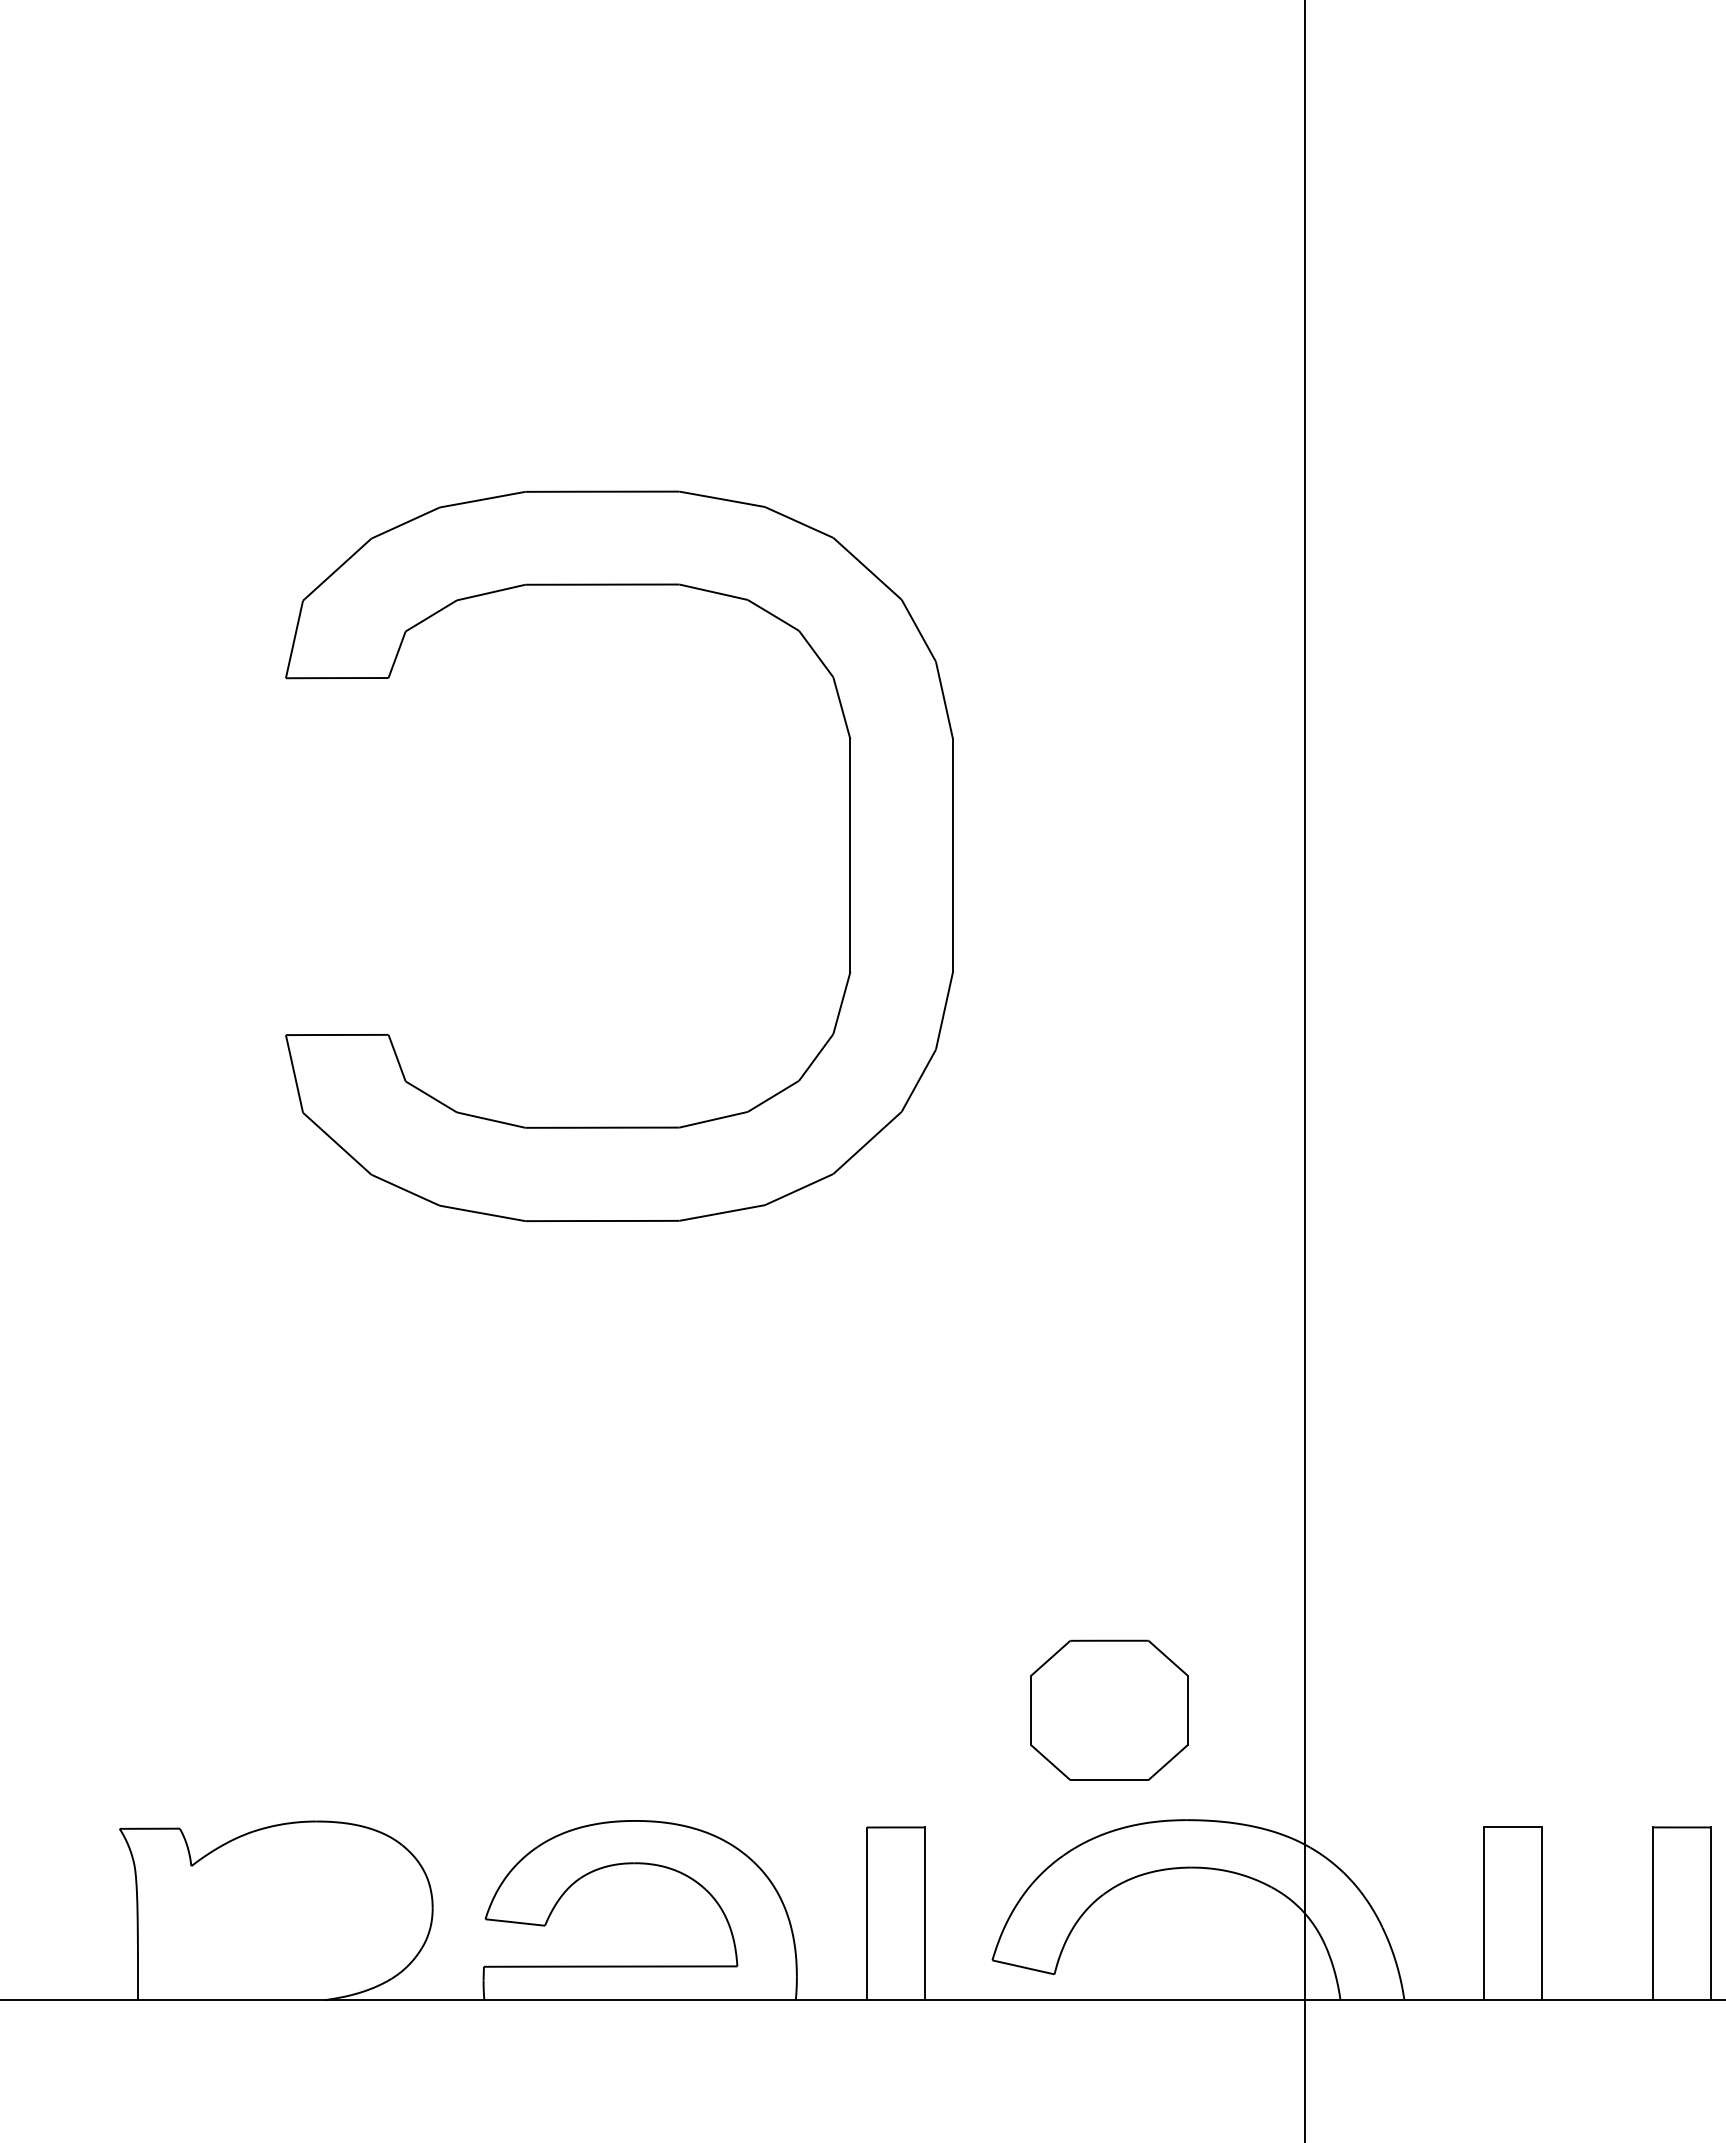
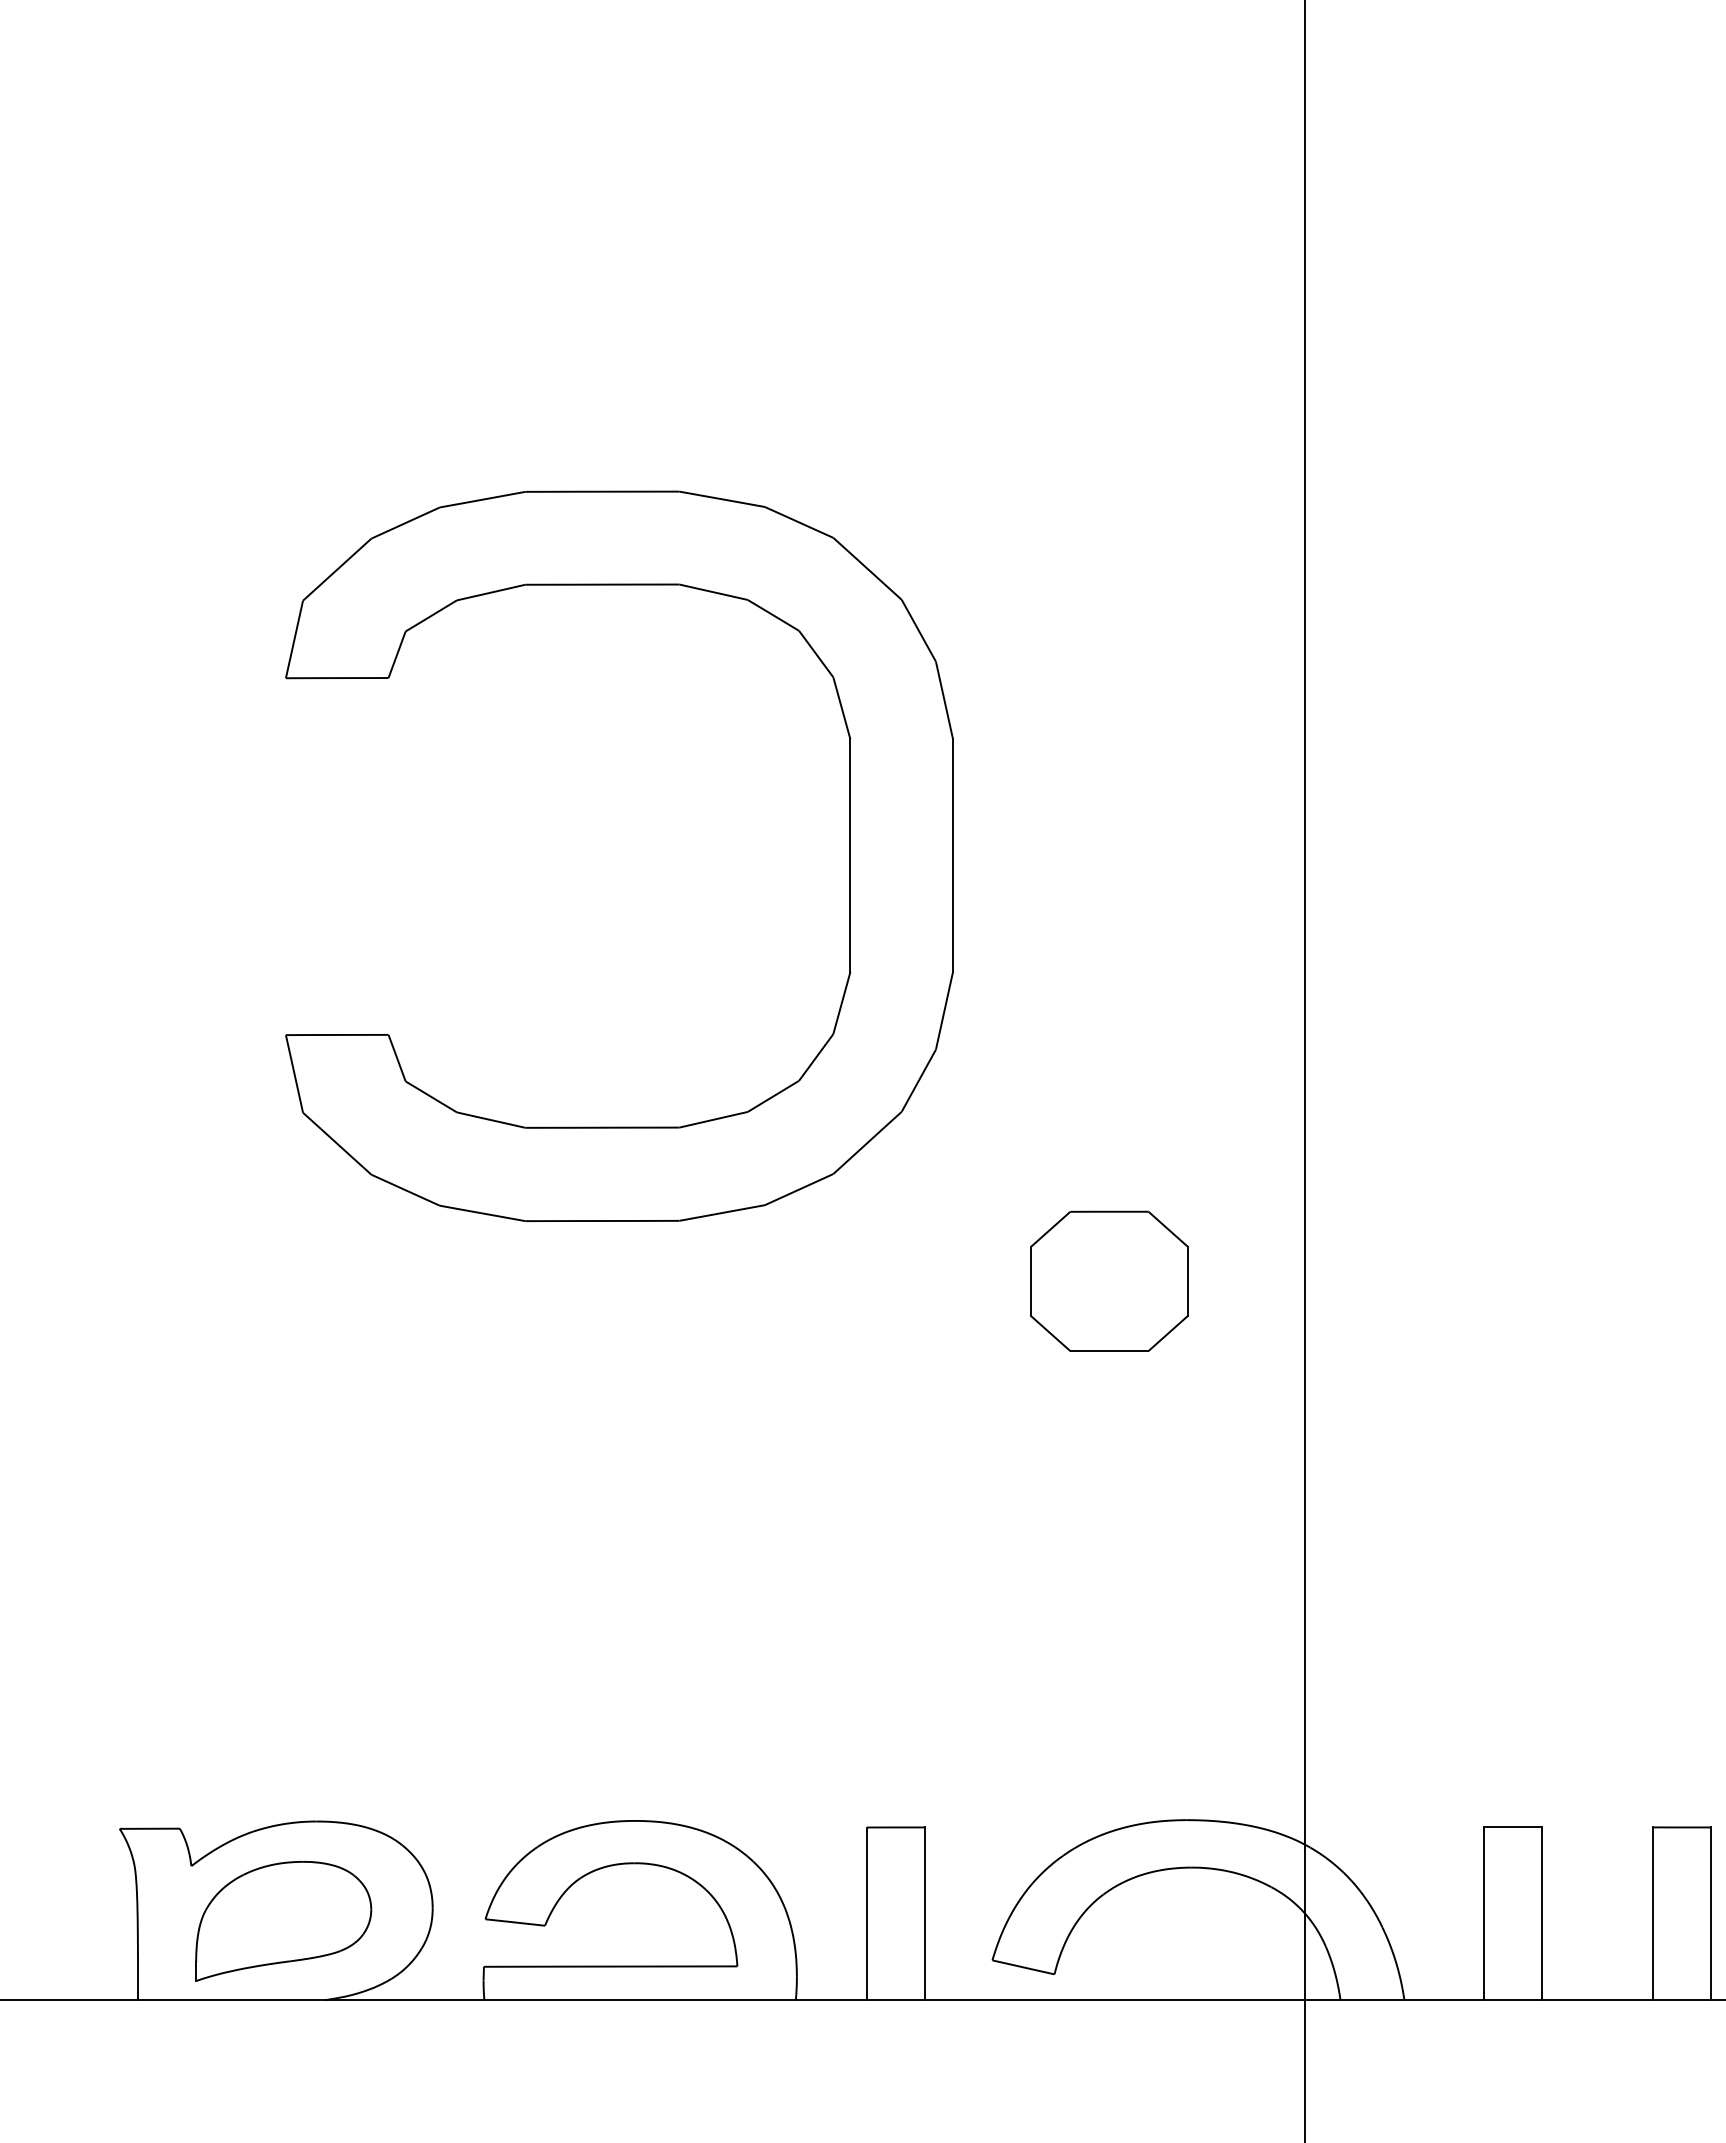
part at (1109, 1709) position: (1109, 1709) -> (1109, 1280)
part at (283, 1921): none -> present
